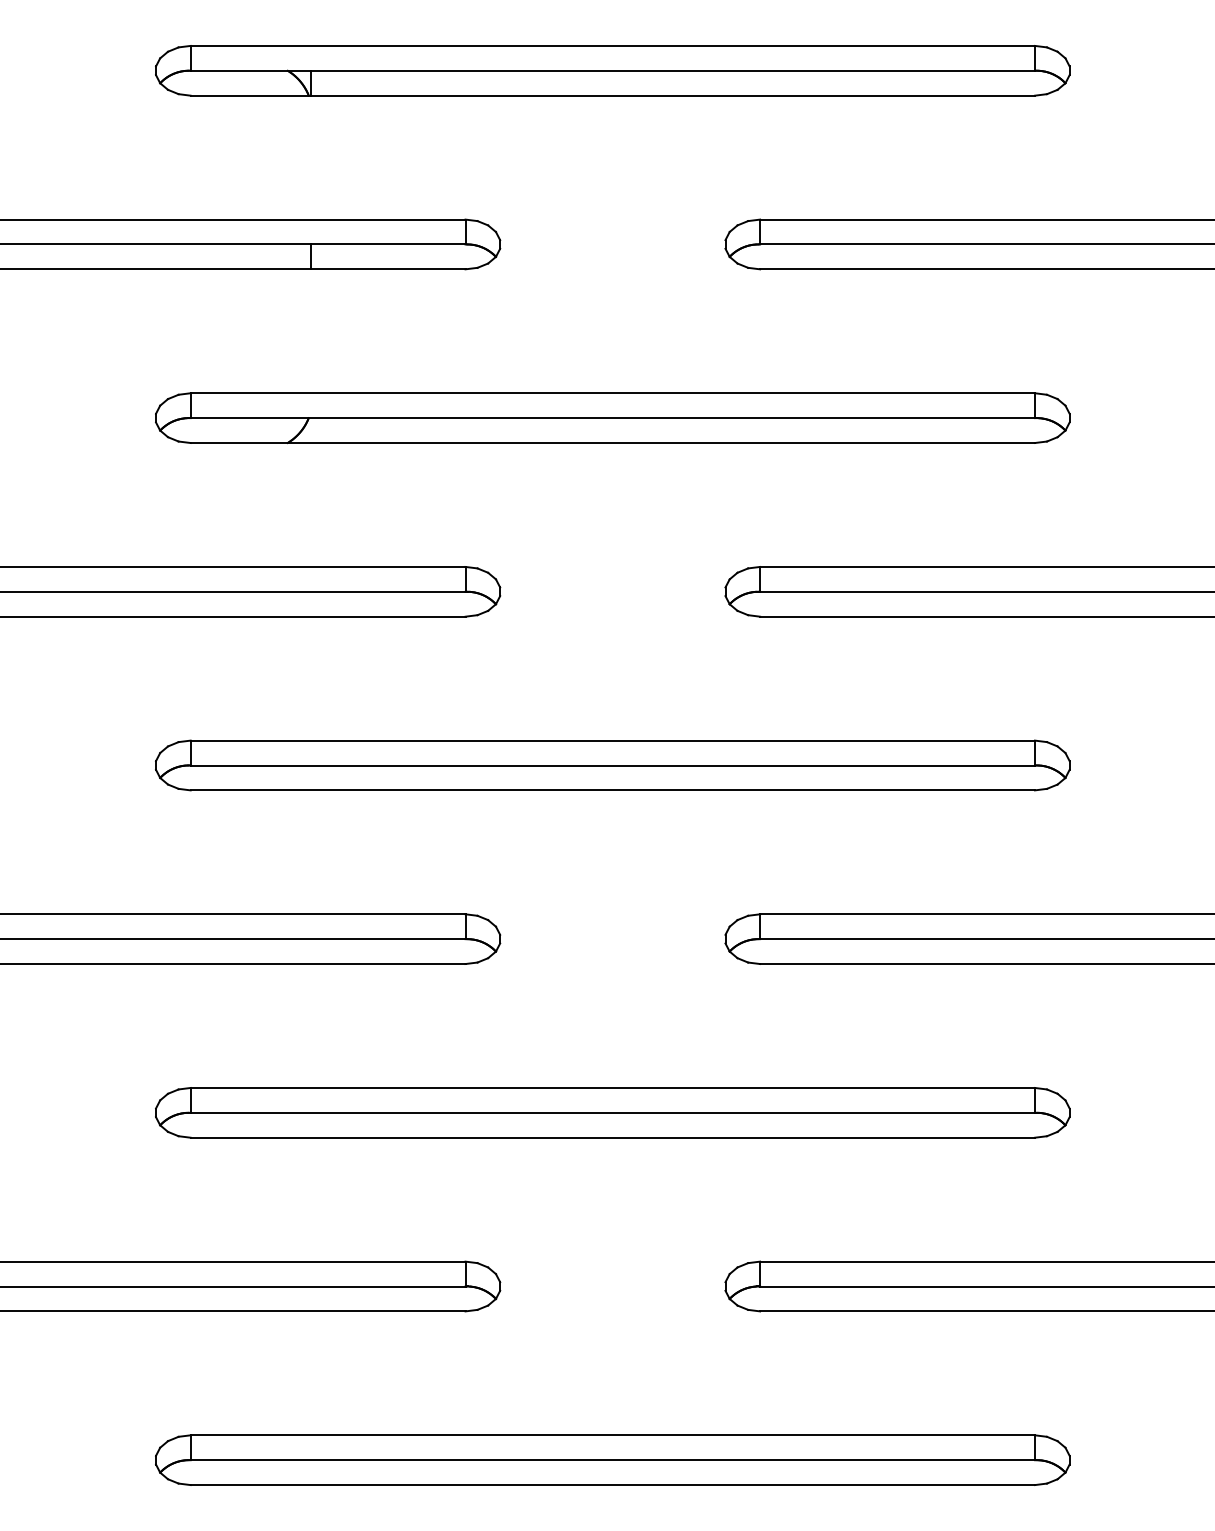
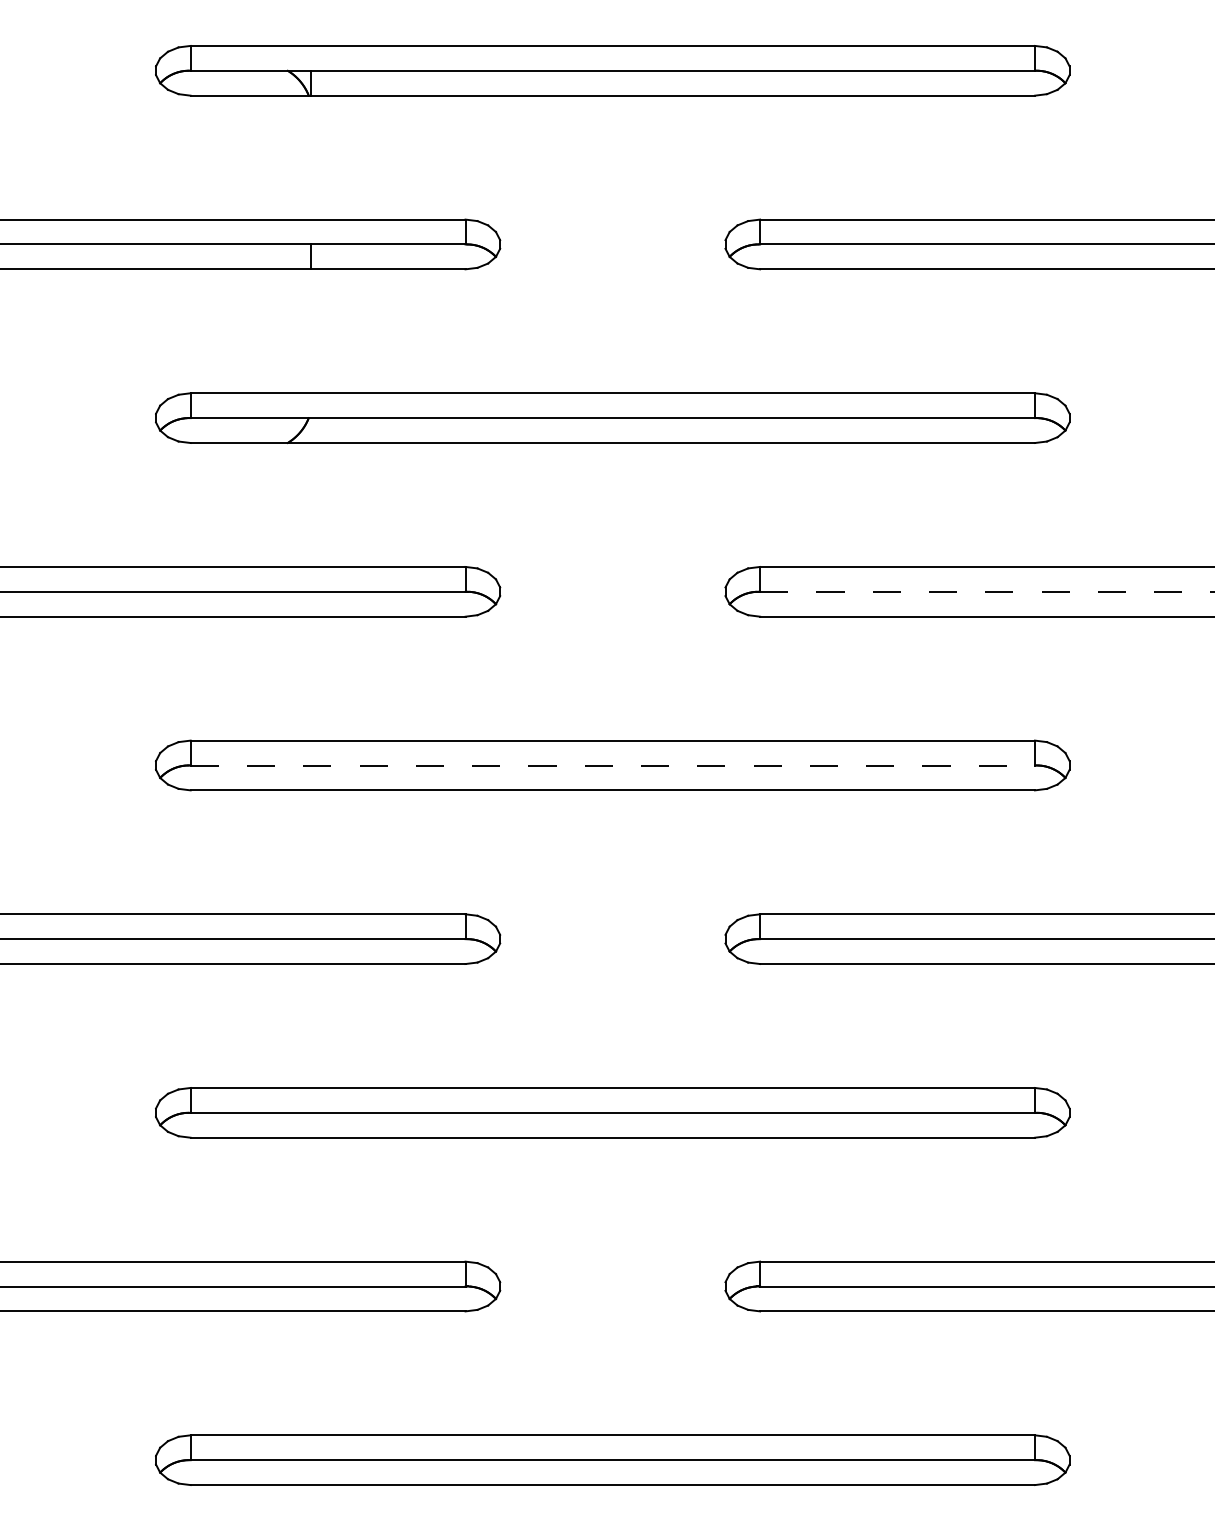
line at (987, 591): solid -> dashed
line at (613, 765): solid -> dashed
